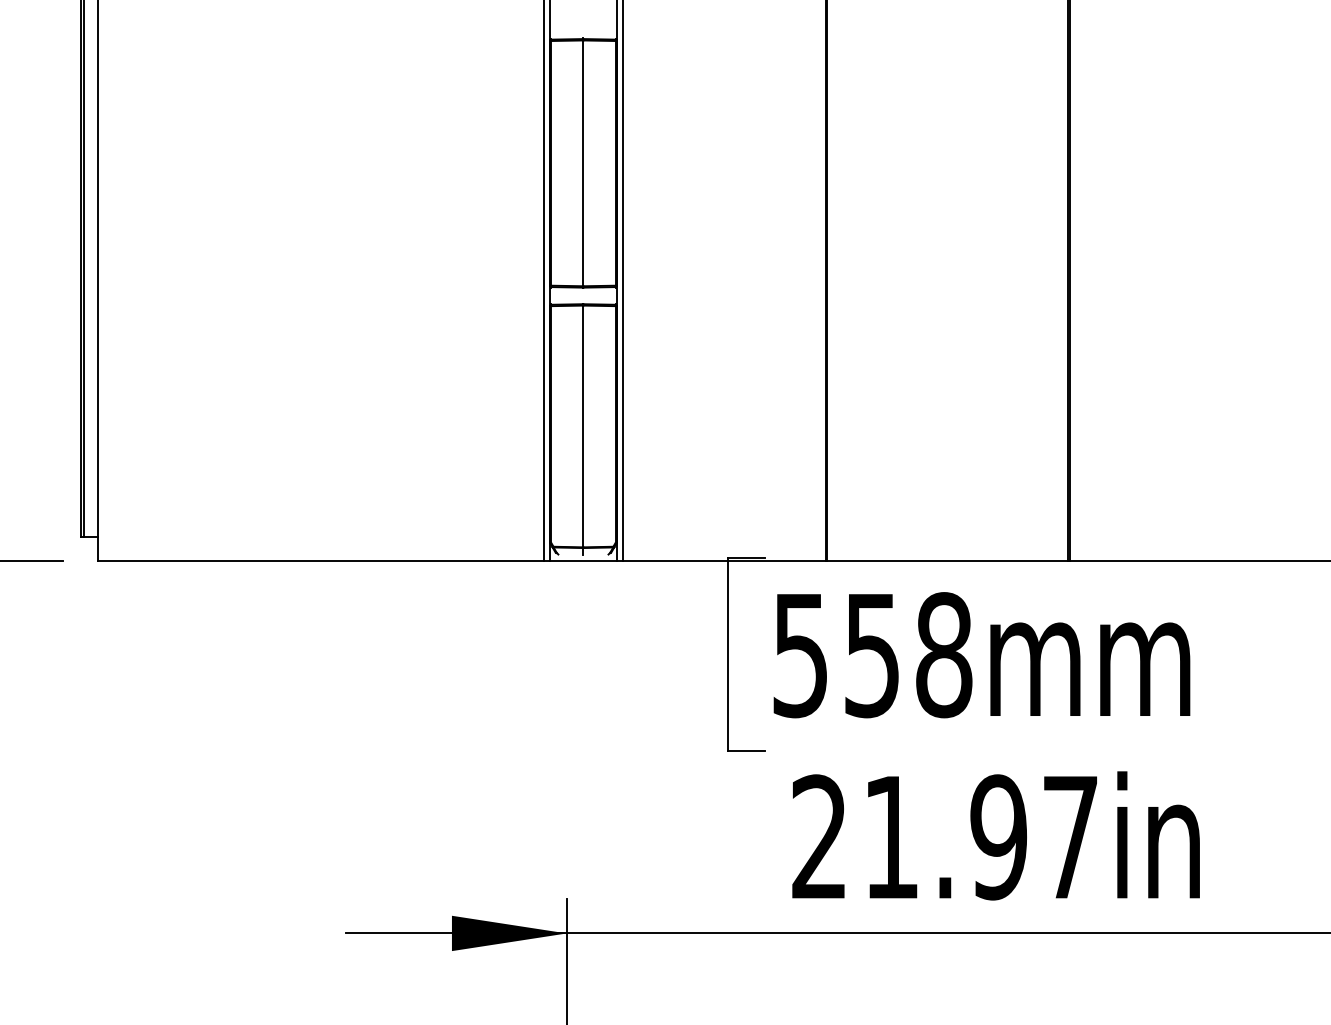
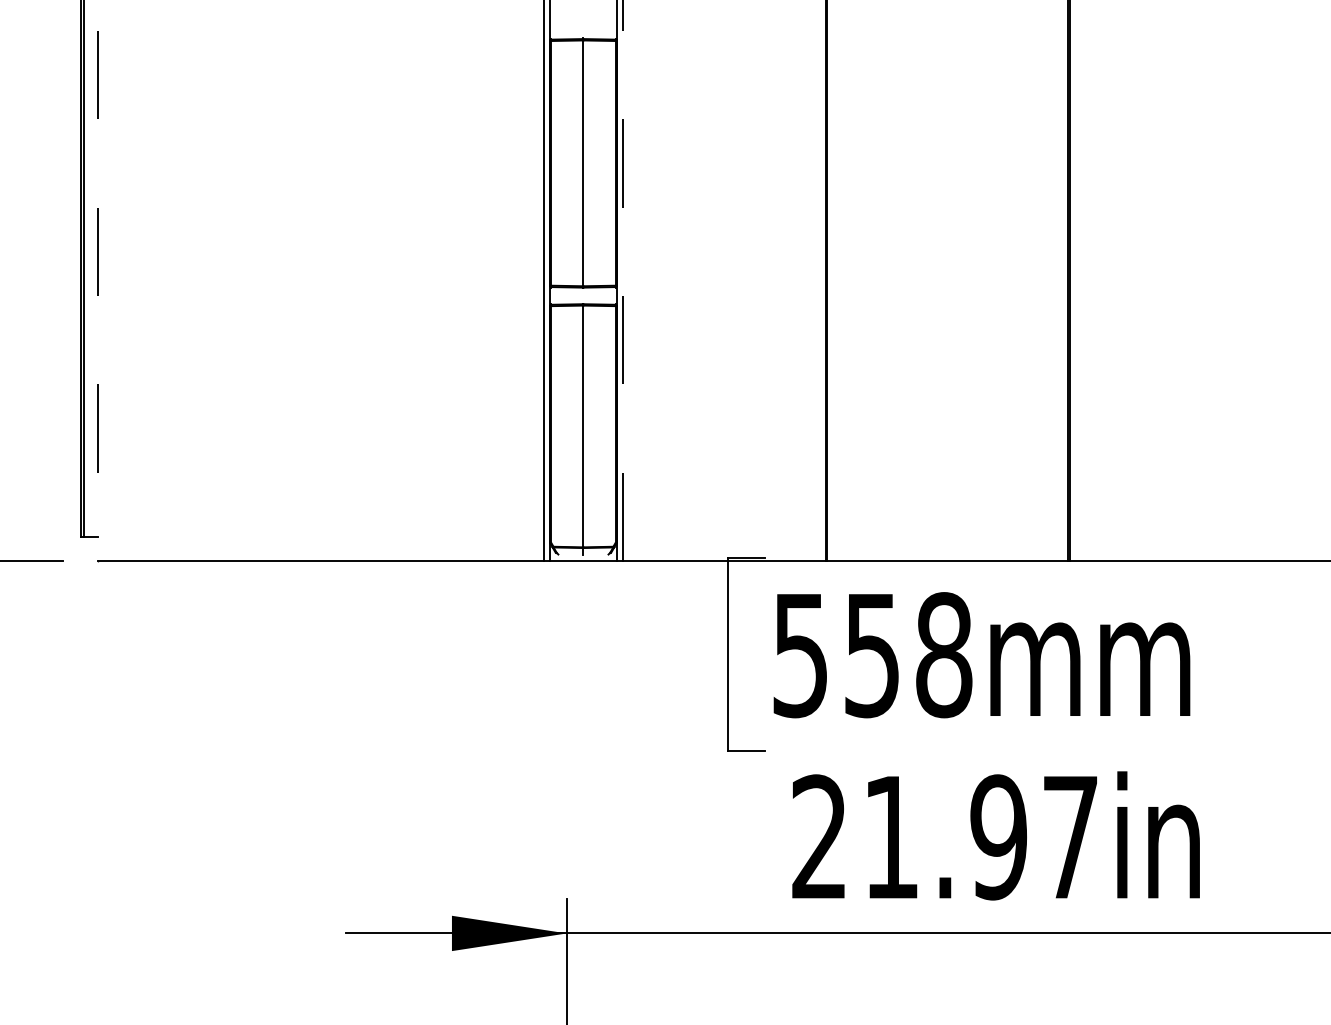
line at (623, 280): solid -> dashed
line at (98, 281): solid -> dashed
